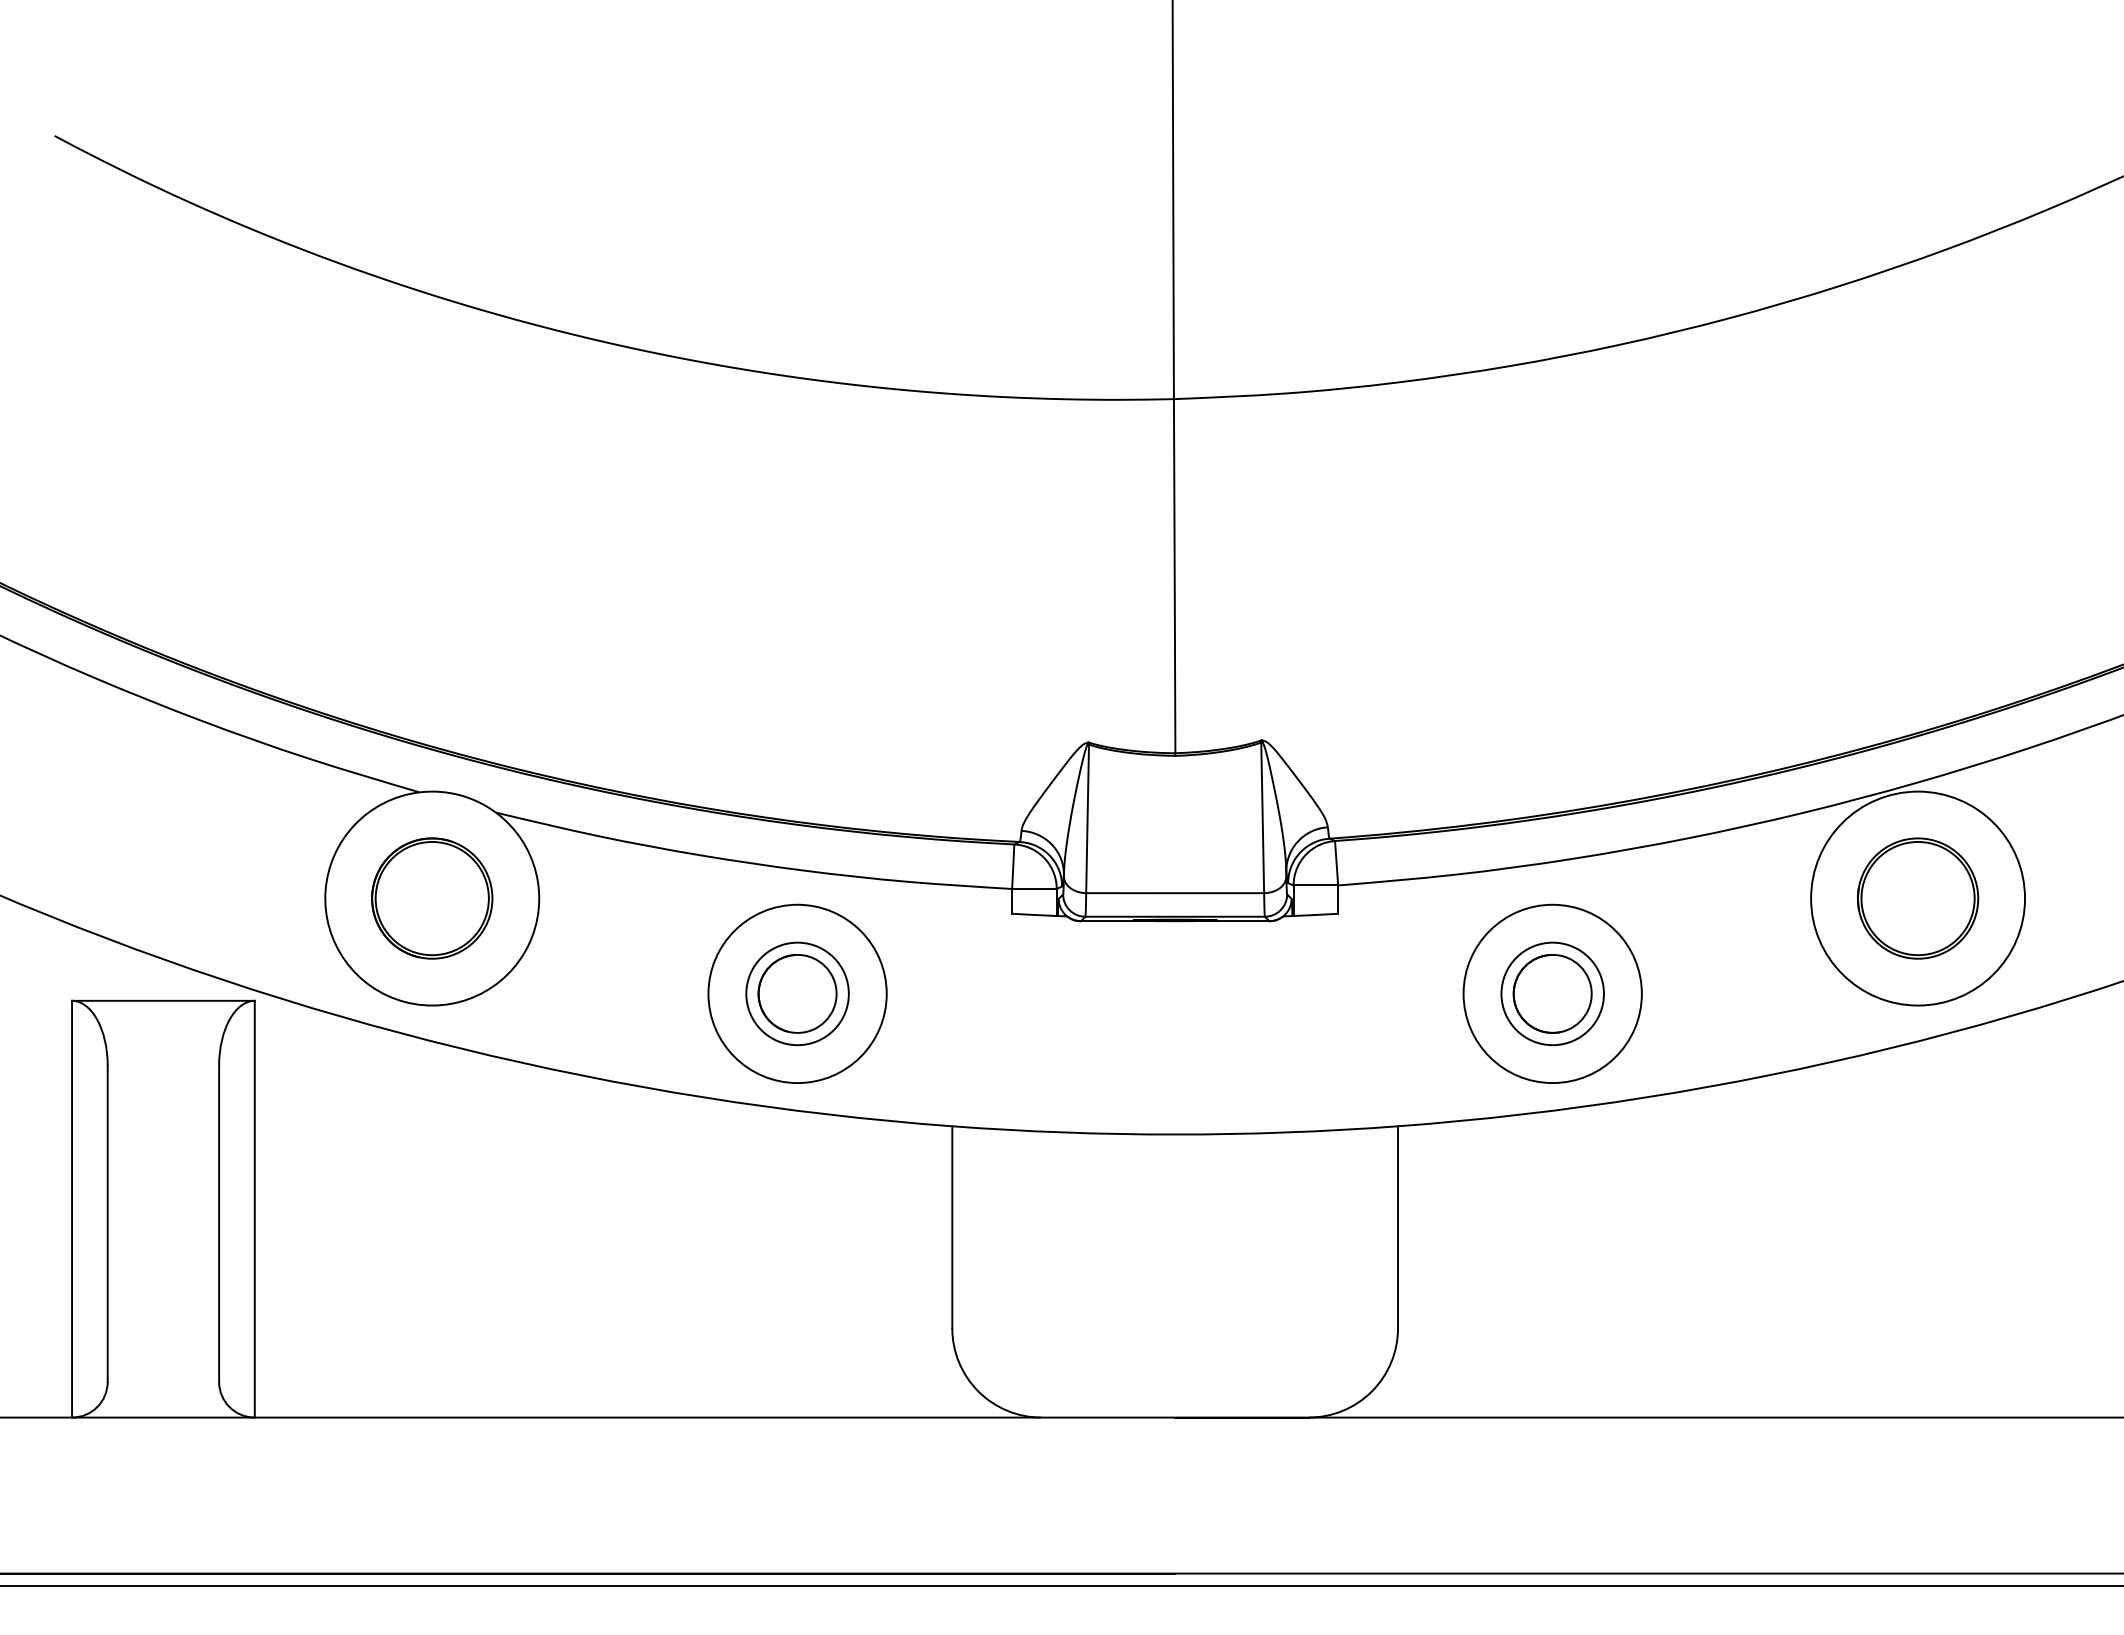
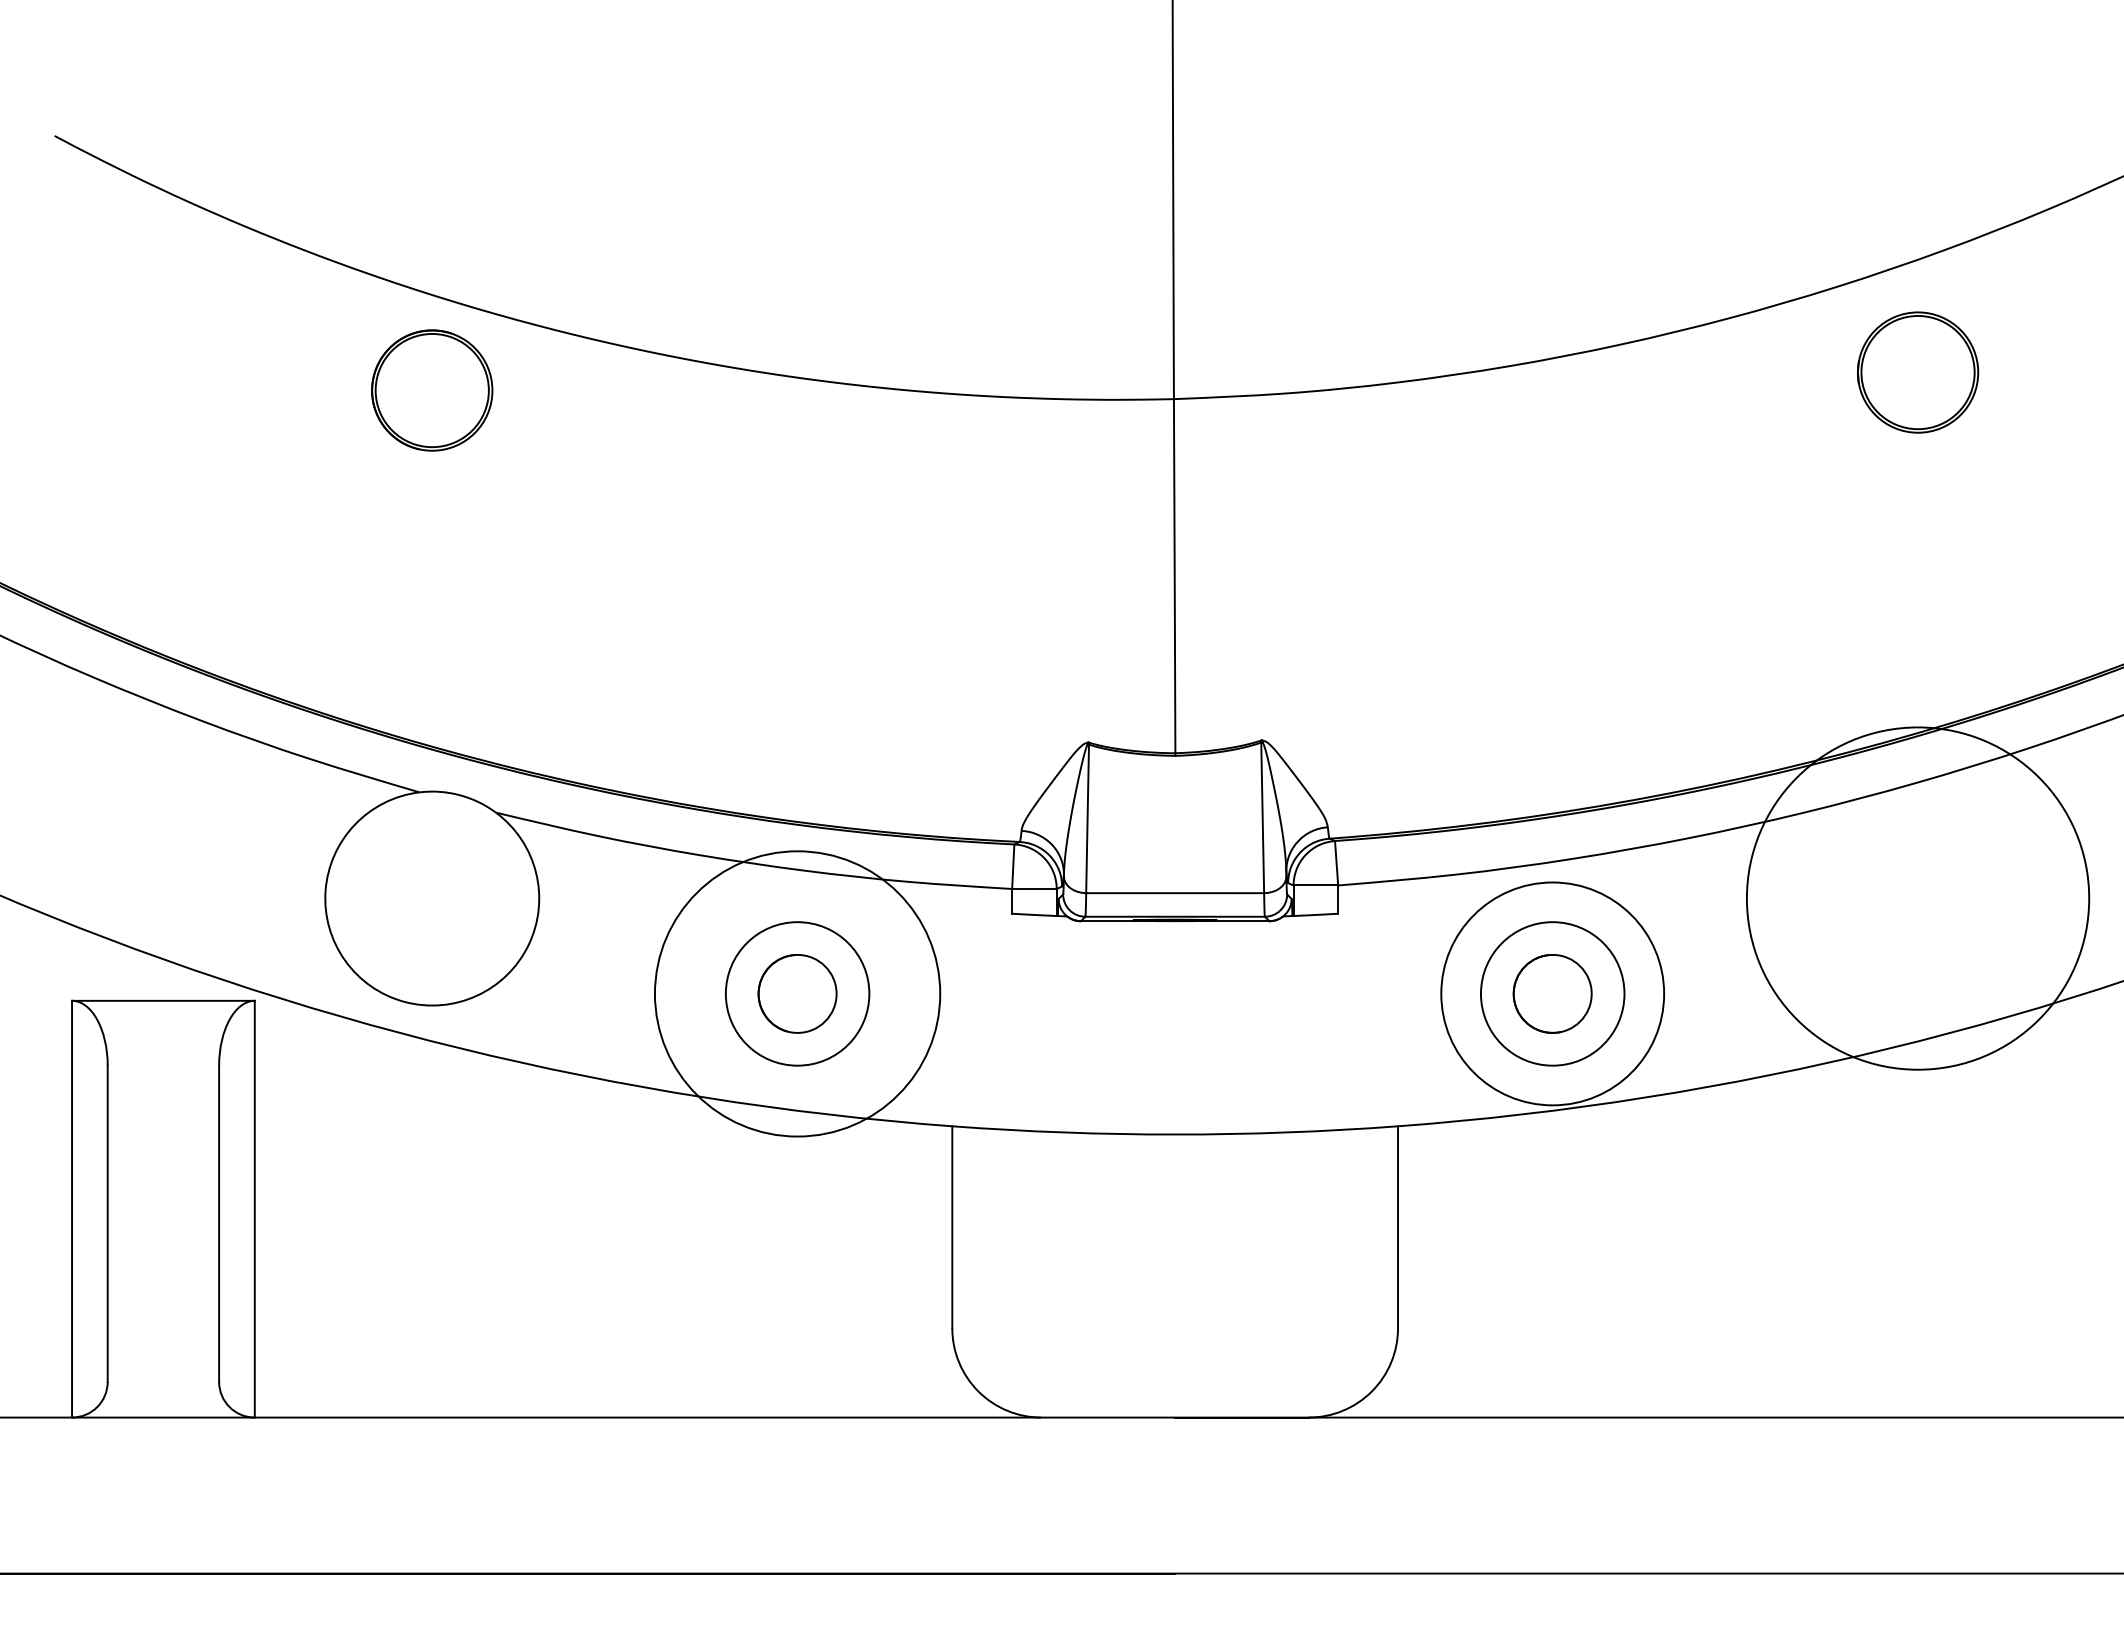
part at (432, 898) position: (432, 898) -> (432, 390)
circle at (1918, 898) diameter: 214 px -> 342 px
part at (1918, 898) position: (1918, 898) -> (1918, 372)
circle at (797, 993) diameter: 103 px -> 144 px
circle at (797, 993) diameter: 178 px -> 285 px
circle at (1552, 993) diameter: 103 px -> 144 px
circle at (1552, 993) diameter: 178 px -> 223 px
line at (1061, 1585): present -> none
